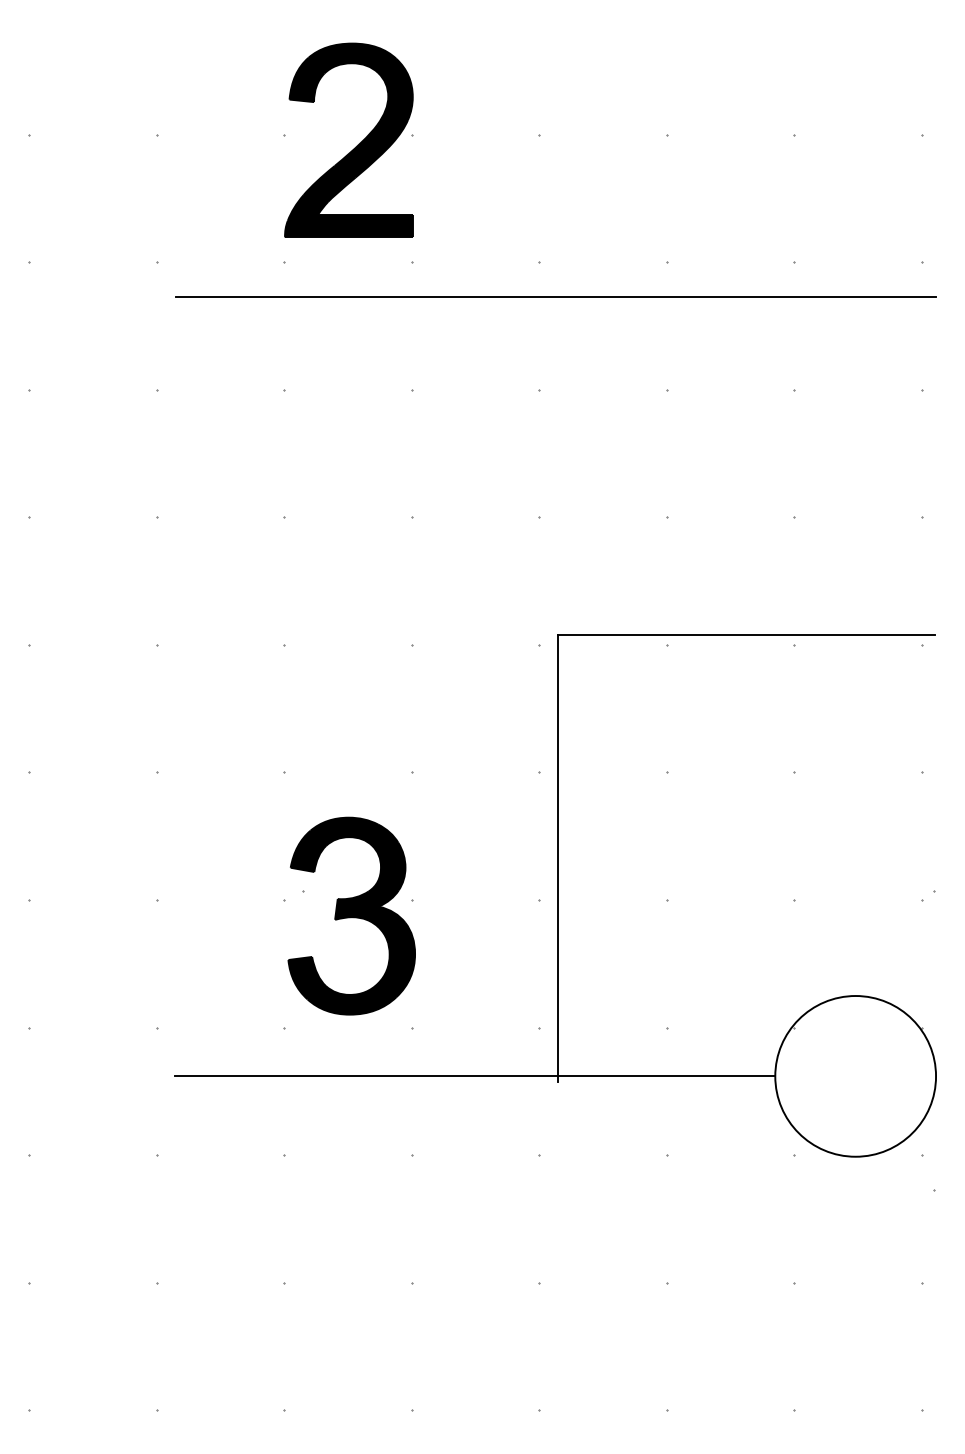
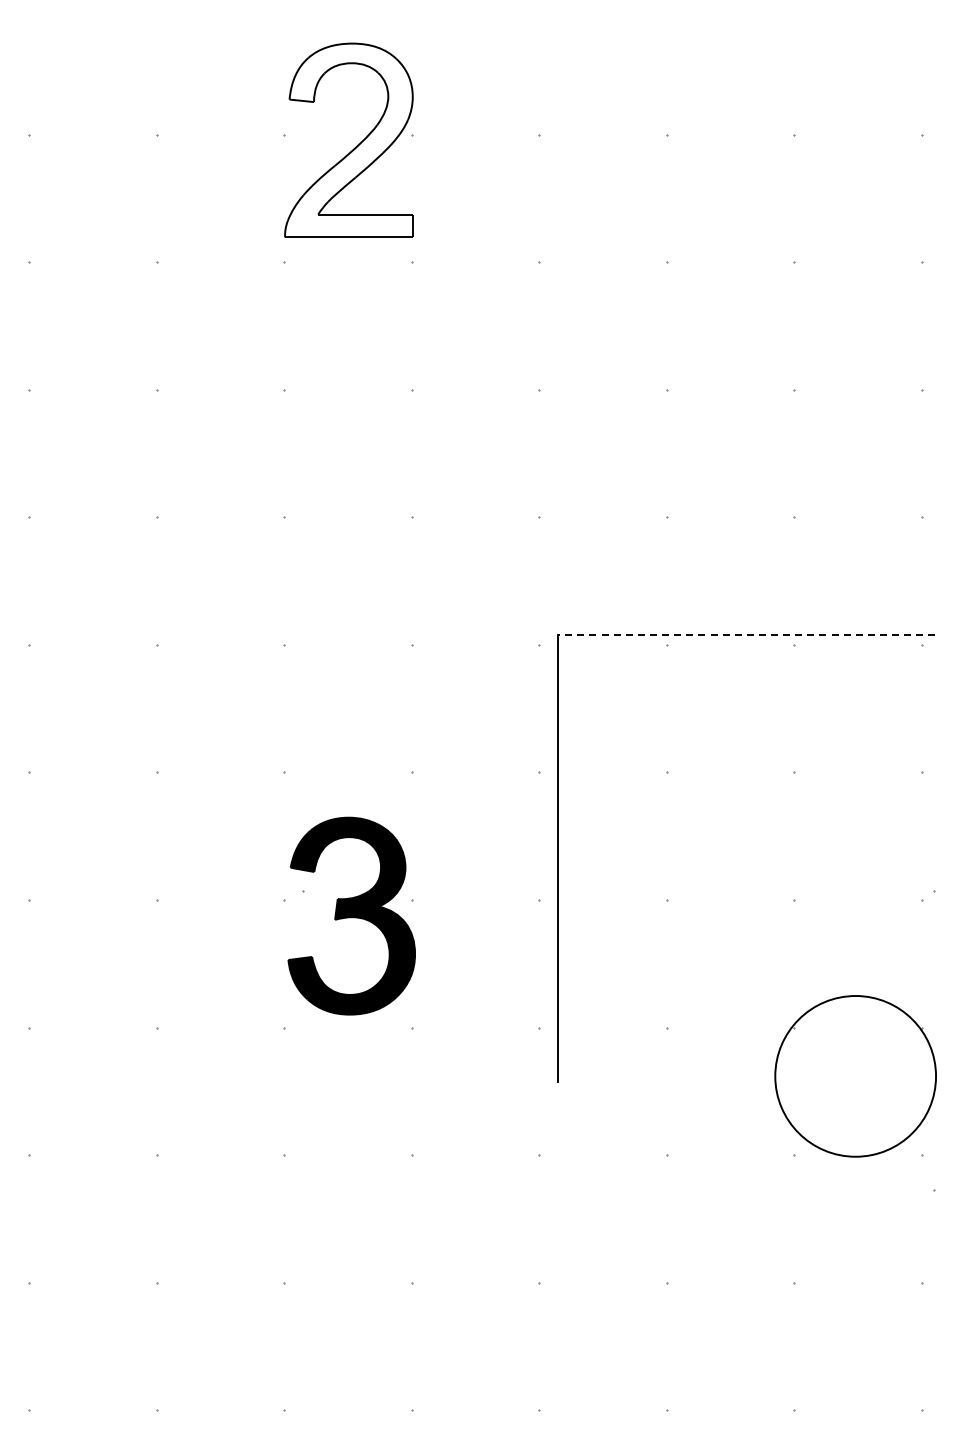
fill at (349, 140): present -> none
line at (555, 297): present -> none
line at (746, 634): solid -> dashed
line at (475, 1076): present -> none
